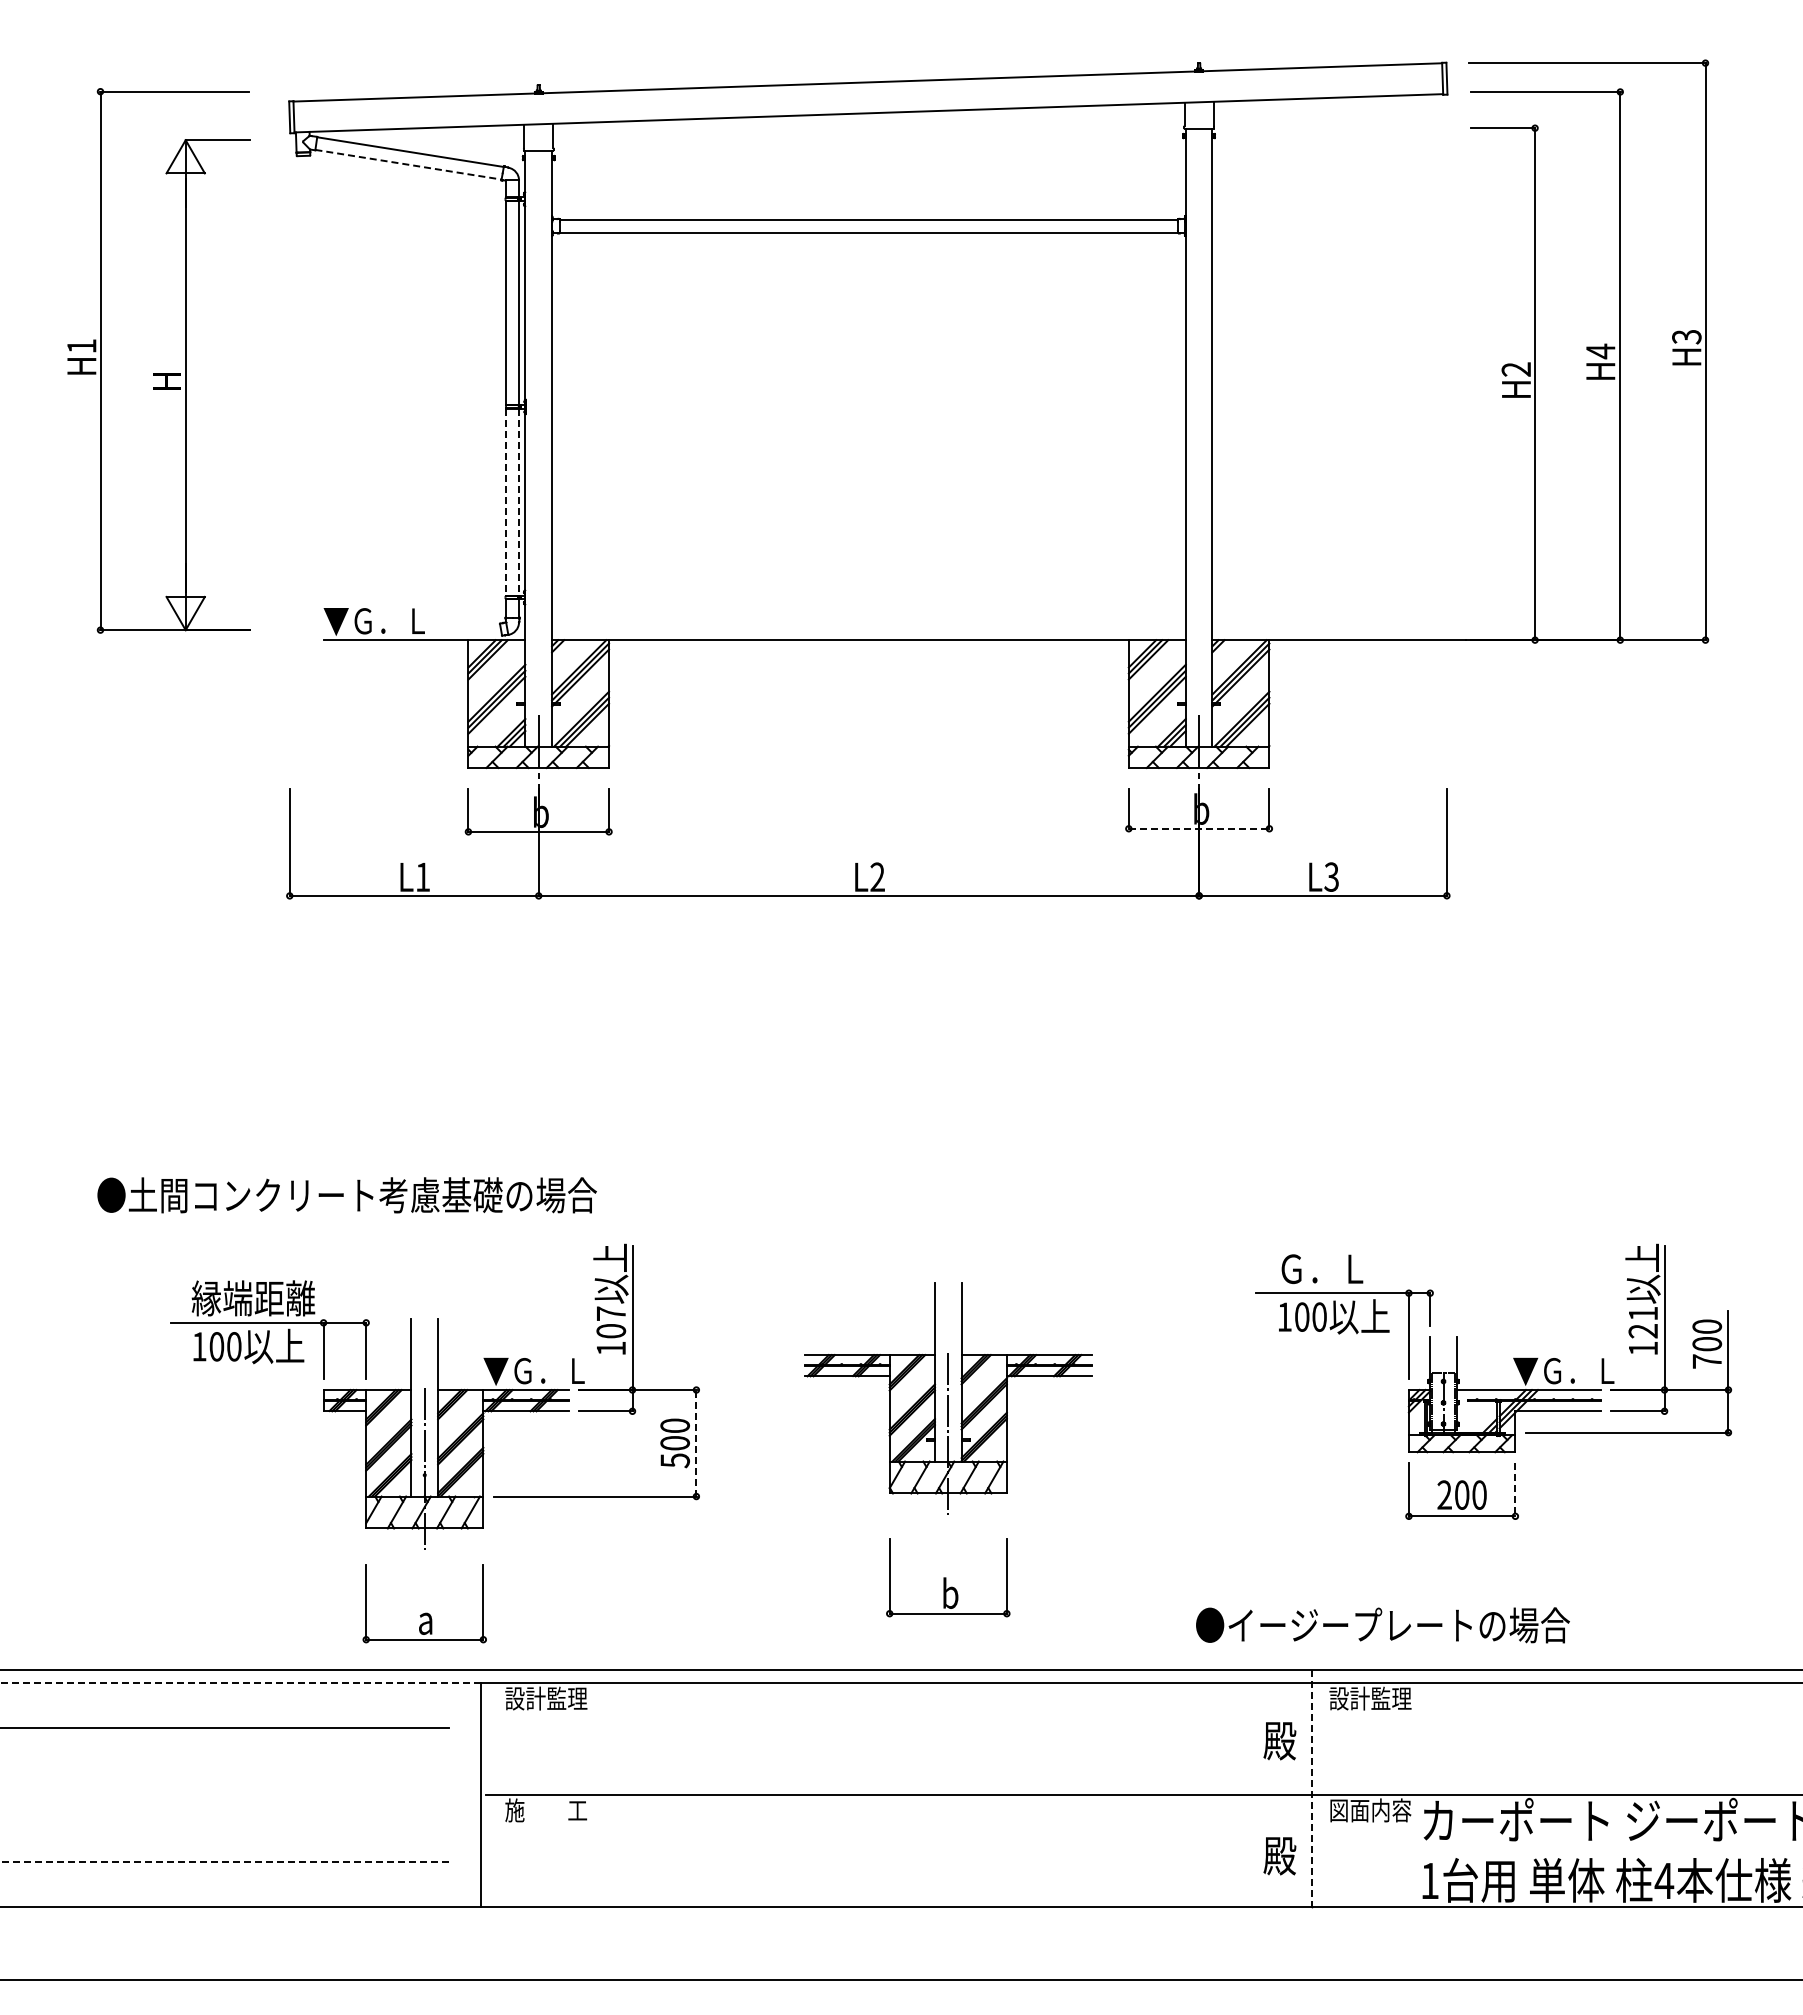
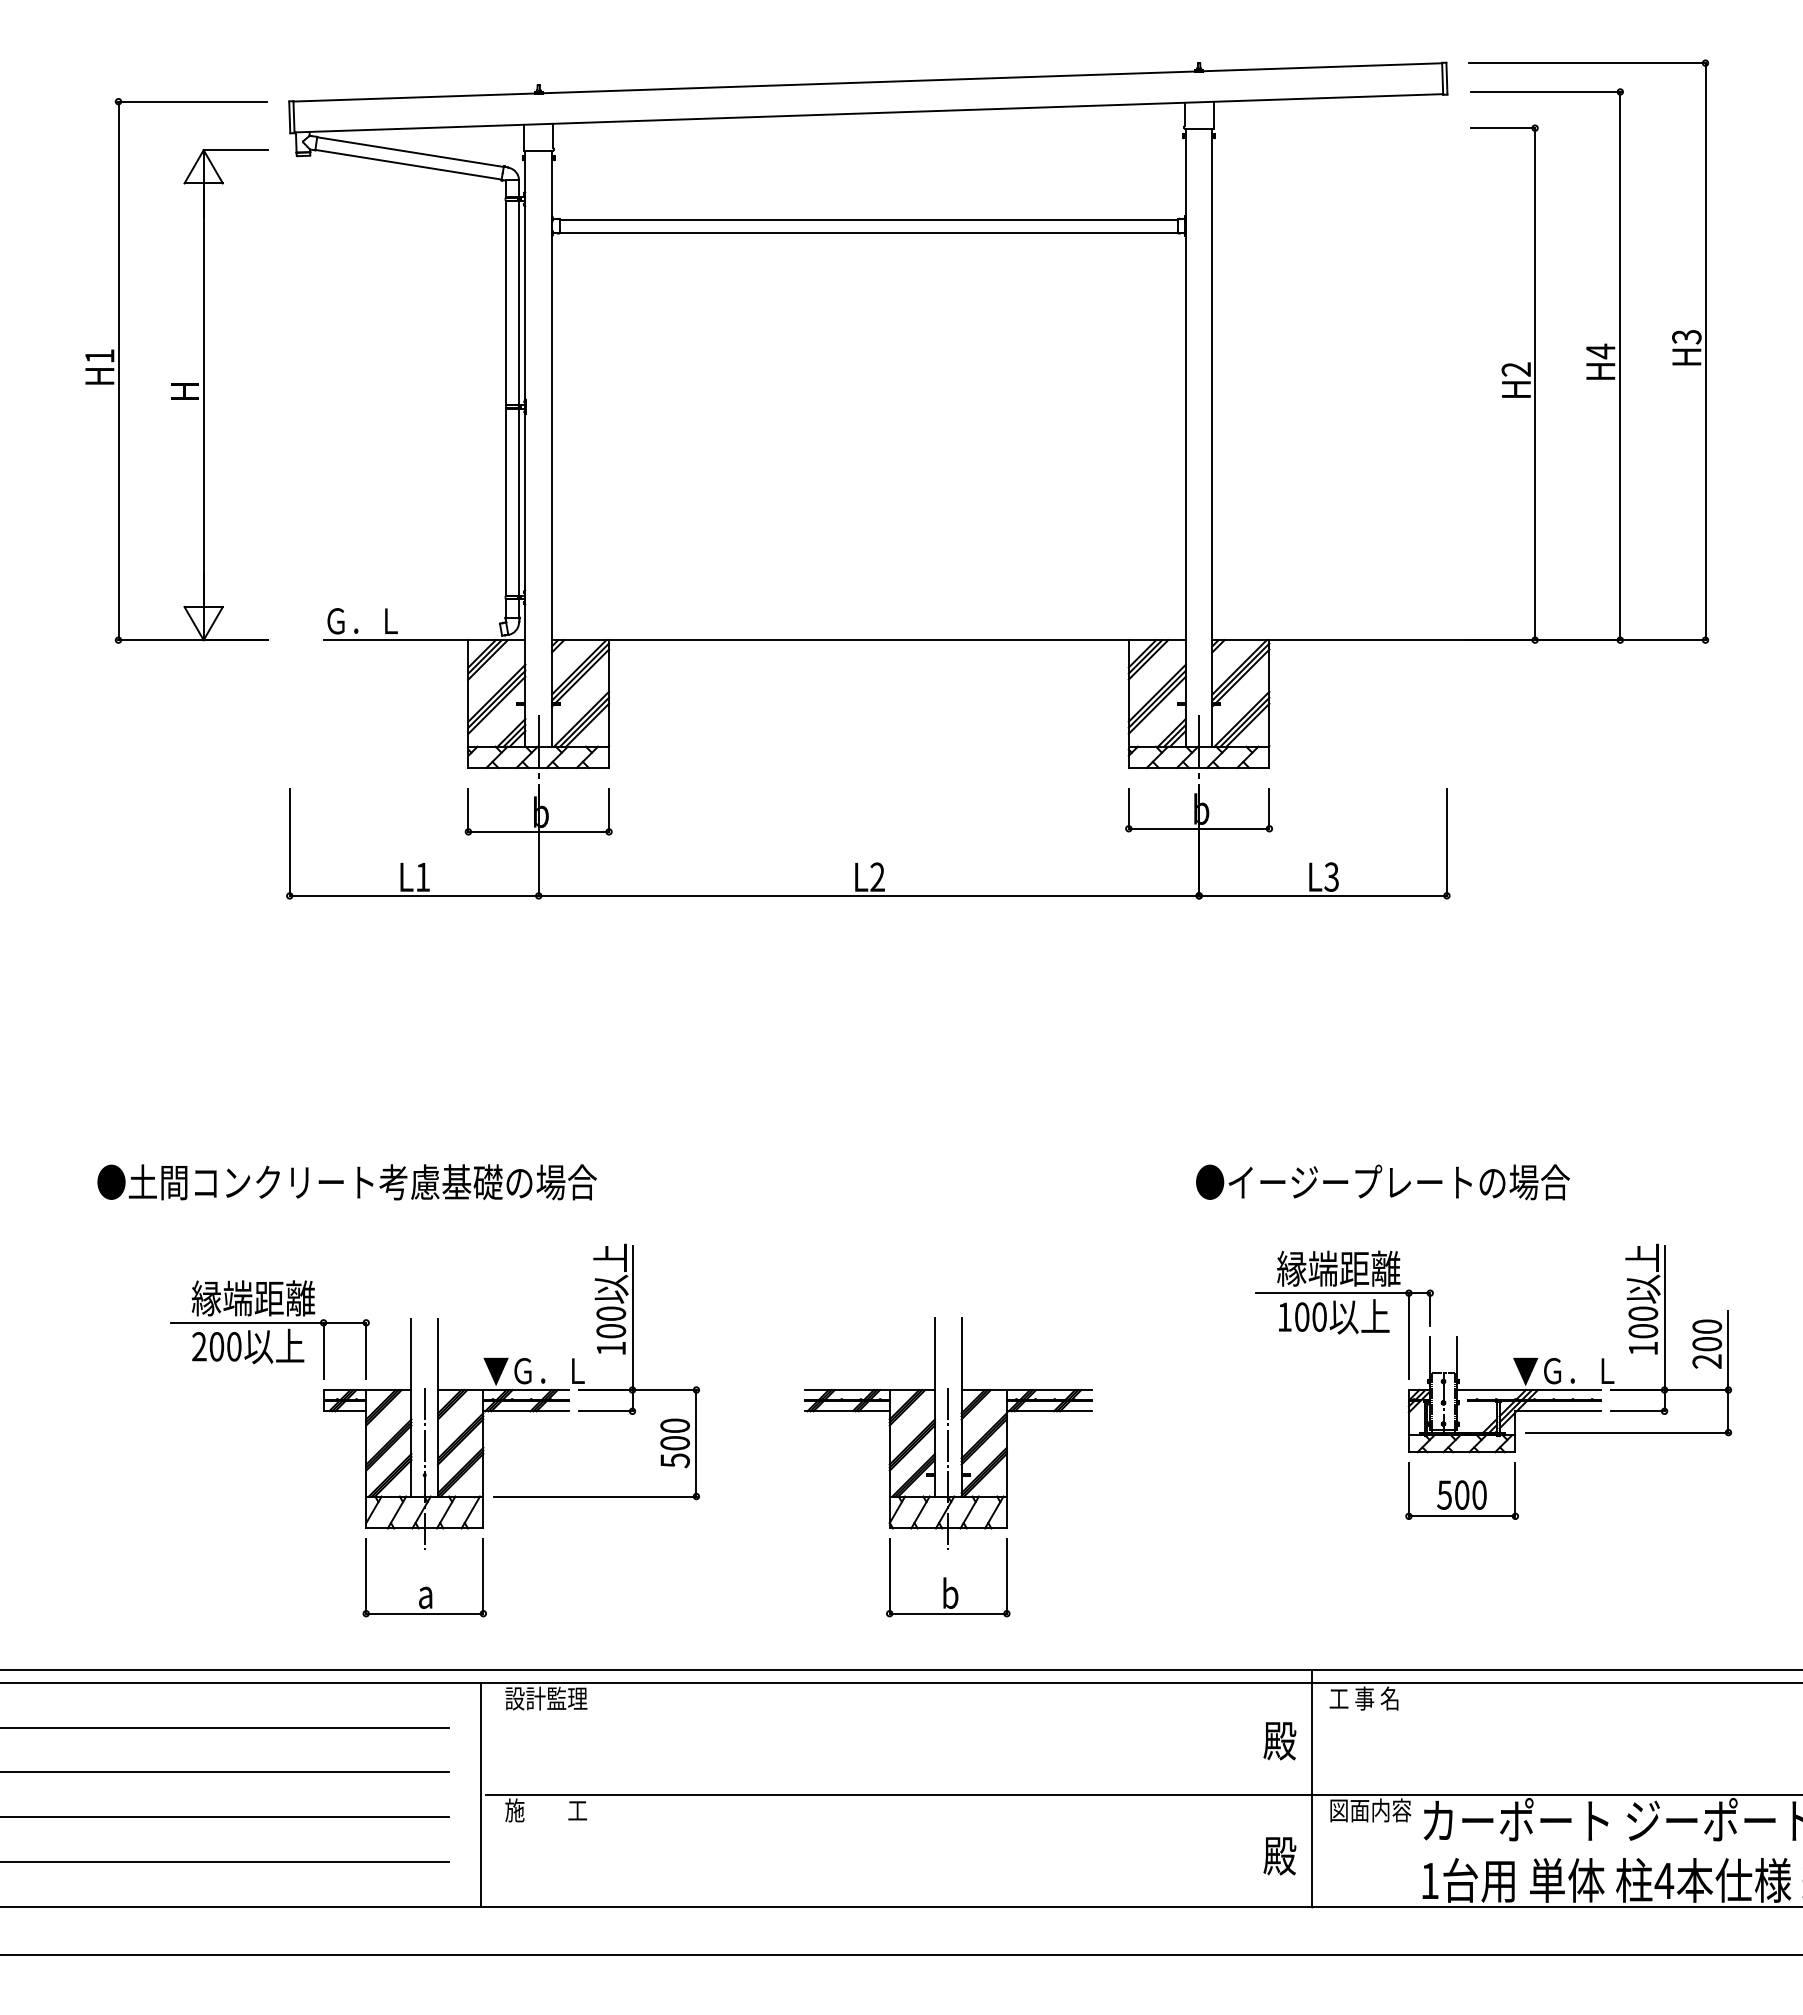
line at (409, 164): dashed -> solid
part at (158, 373) position: (158, 373) -> (176, 383)
line at (506, 502): dashed -> solid
line at (519, 502): dashed -> solid
text at (373, 621): ▼Ｇ．Ｌ -> Ｇ．Ｌ
line at (1199, 828): dashed -> solid
text at (346, 1195) position: (346, 1195) -> (346, 1182)
text at (1338, 1268): Ｇ．Ｌ -> 縁端距離
text at (611, 1313): 107 -> 100
text at (1643, 1322): 121 -> 100
text at (199, 1346): 100 -> 200
text at (1706, 1361): 700 -> 200
part at (948, 1398) position: (948, 1398) -> (948, 1433)
line at (696, 1442): dashed -> solid
line at (1515, 1489): dashed -> solid
text at (1444, 1494): 200 -> 500
part at (425, 1612) position: (425, 1612) -> (425, 1586)
text at (1382, 1625) position: (1382, 1625) -> (1382, 1182)
line at (240, 1682): dashed -> solid
text at (1370, 1698): 設計監理 -> 工 事 名
line at (225, 1772): none -> present
line at (1311, 1788): dashed -> solid
line at (225, 1817): none -> present
line at (225, 1861): dashed -> solid
line at (900, 1979) position: (900, 1979) -> (900, 1954)
